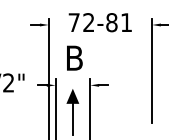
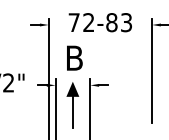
text at (126, 22): 72-81 -> 72-83
part at (72, 112) position: (72, 112) -> (72, 105)
